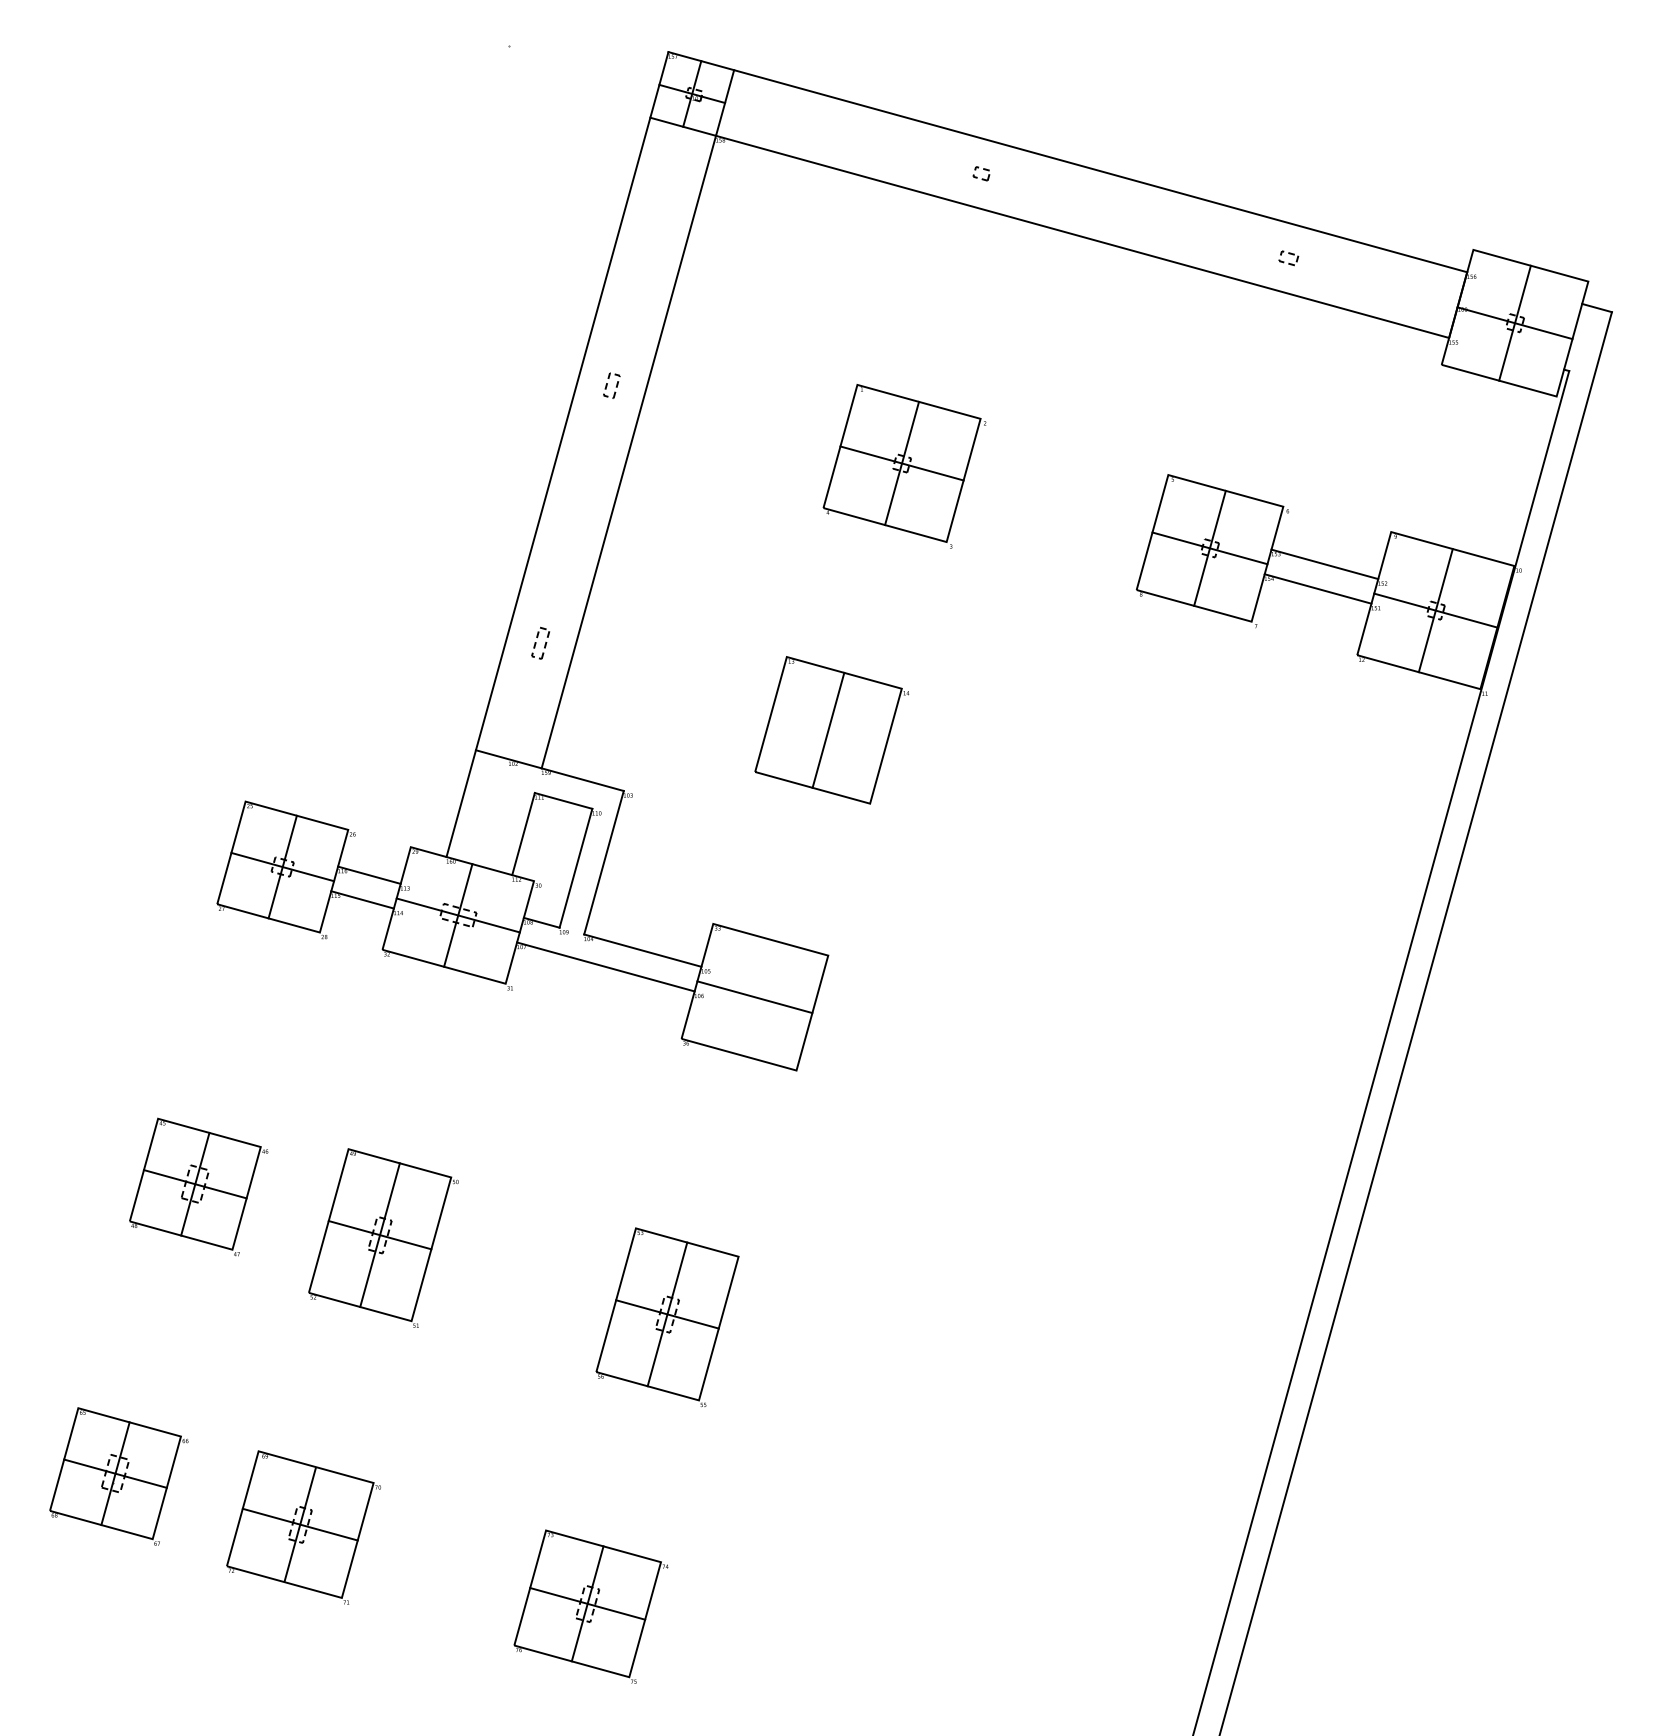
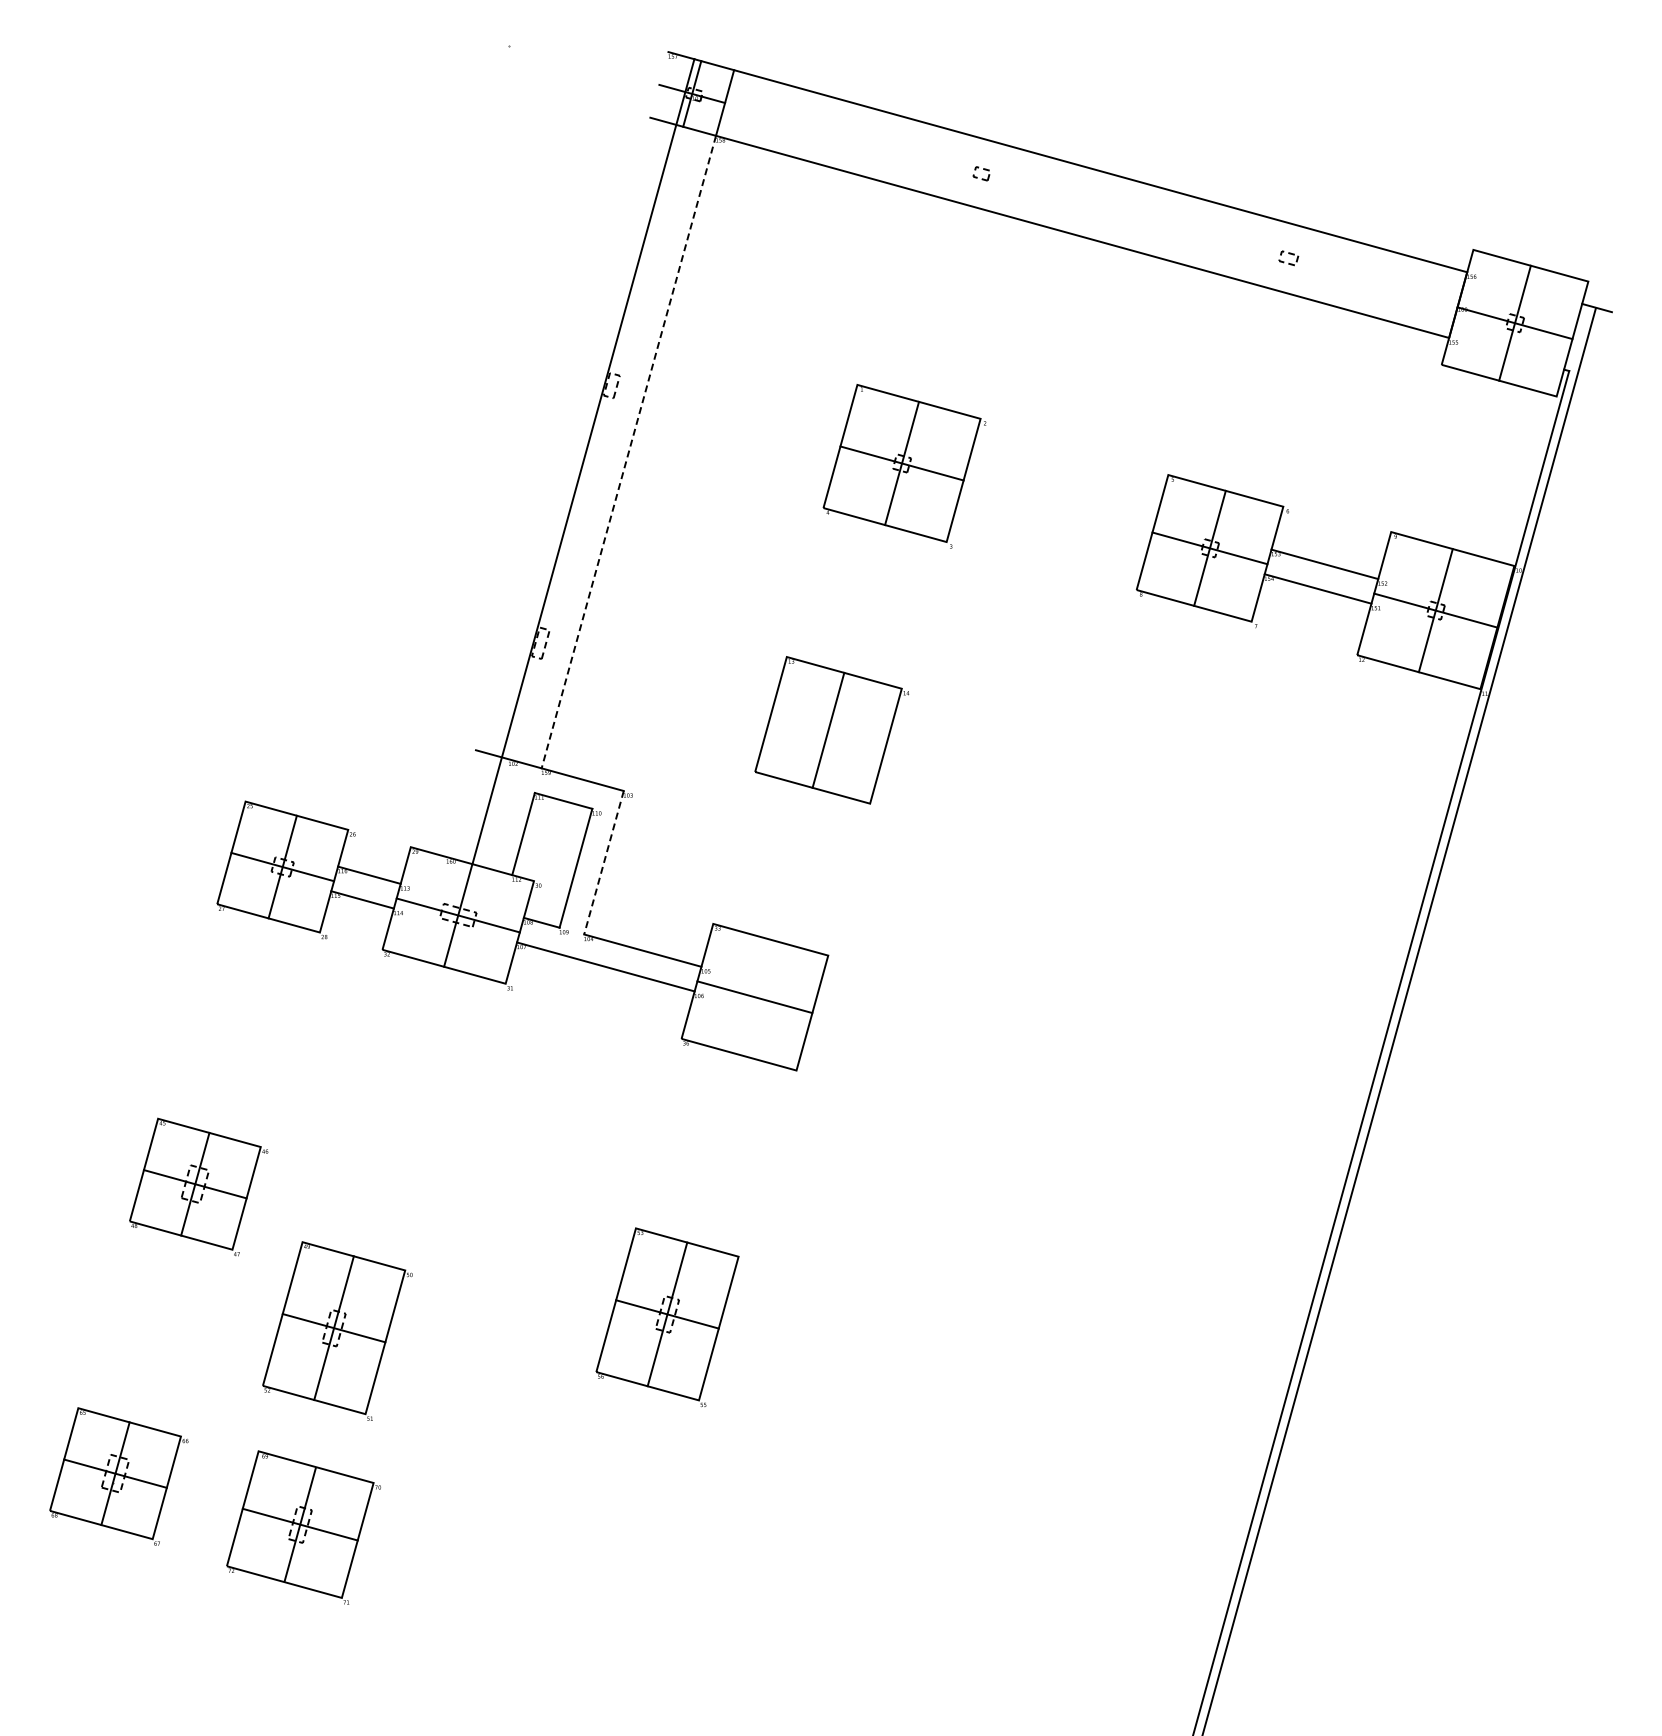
line at (628, 452): solid -> dashed
line at (557, 454) position: (557, 454) -> (583, 461)
line at (603, 863): solid -> dashed
line at (1415, 1022) position: (1415, 1022) -> (1399, 1020)
part at (383, 1237) position: (383, 1237) -> (337, 1330)
part at (590, 1606): present -> none
